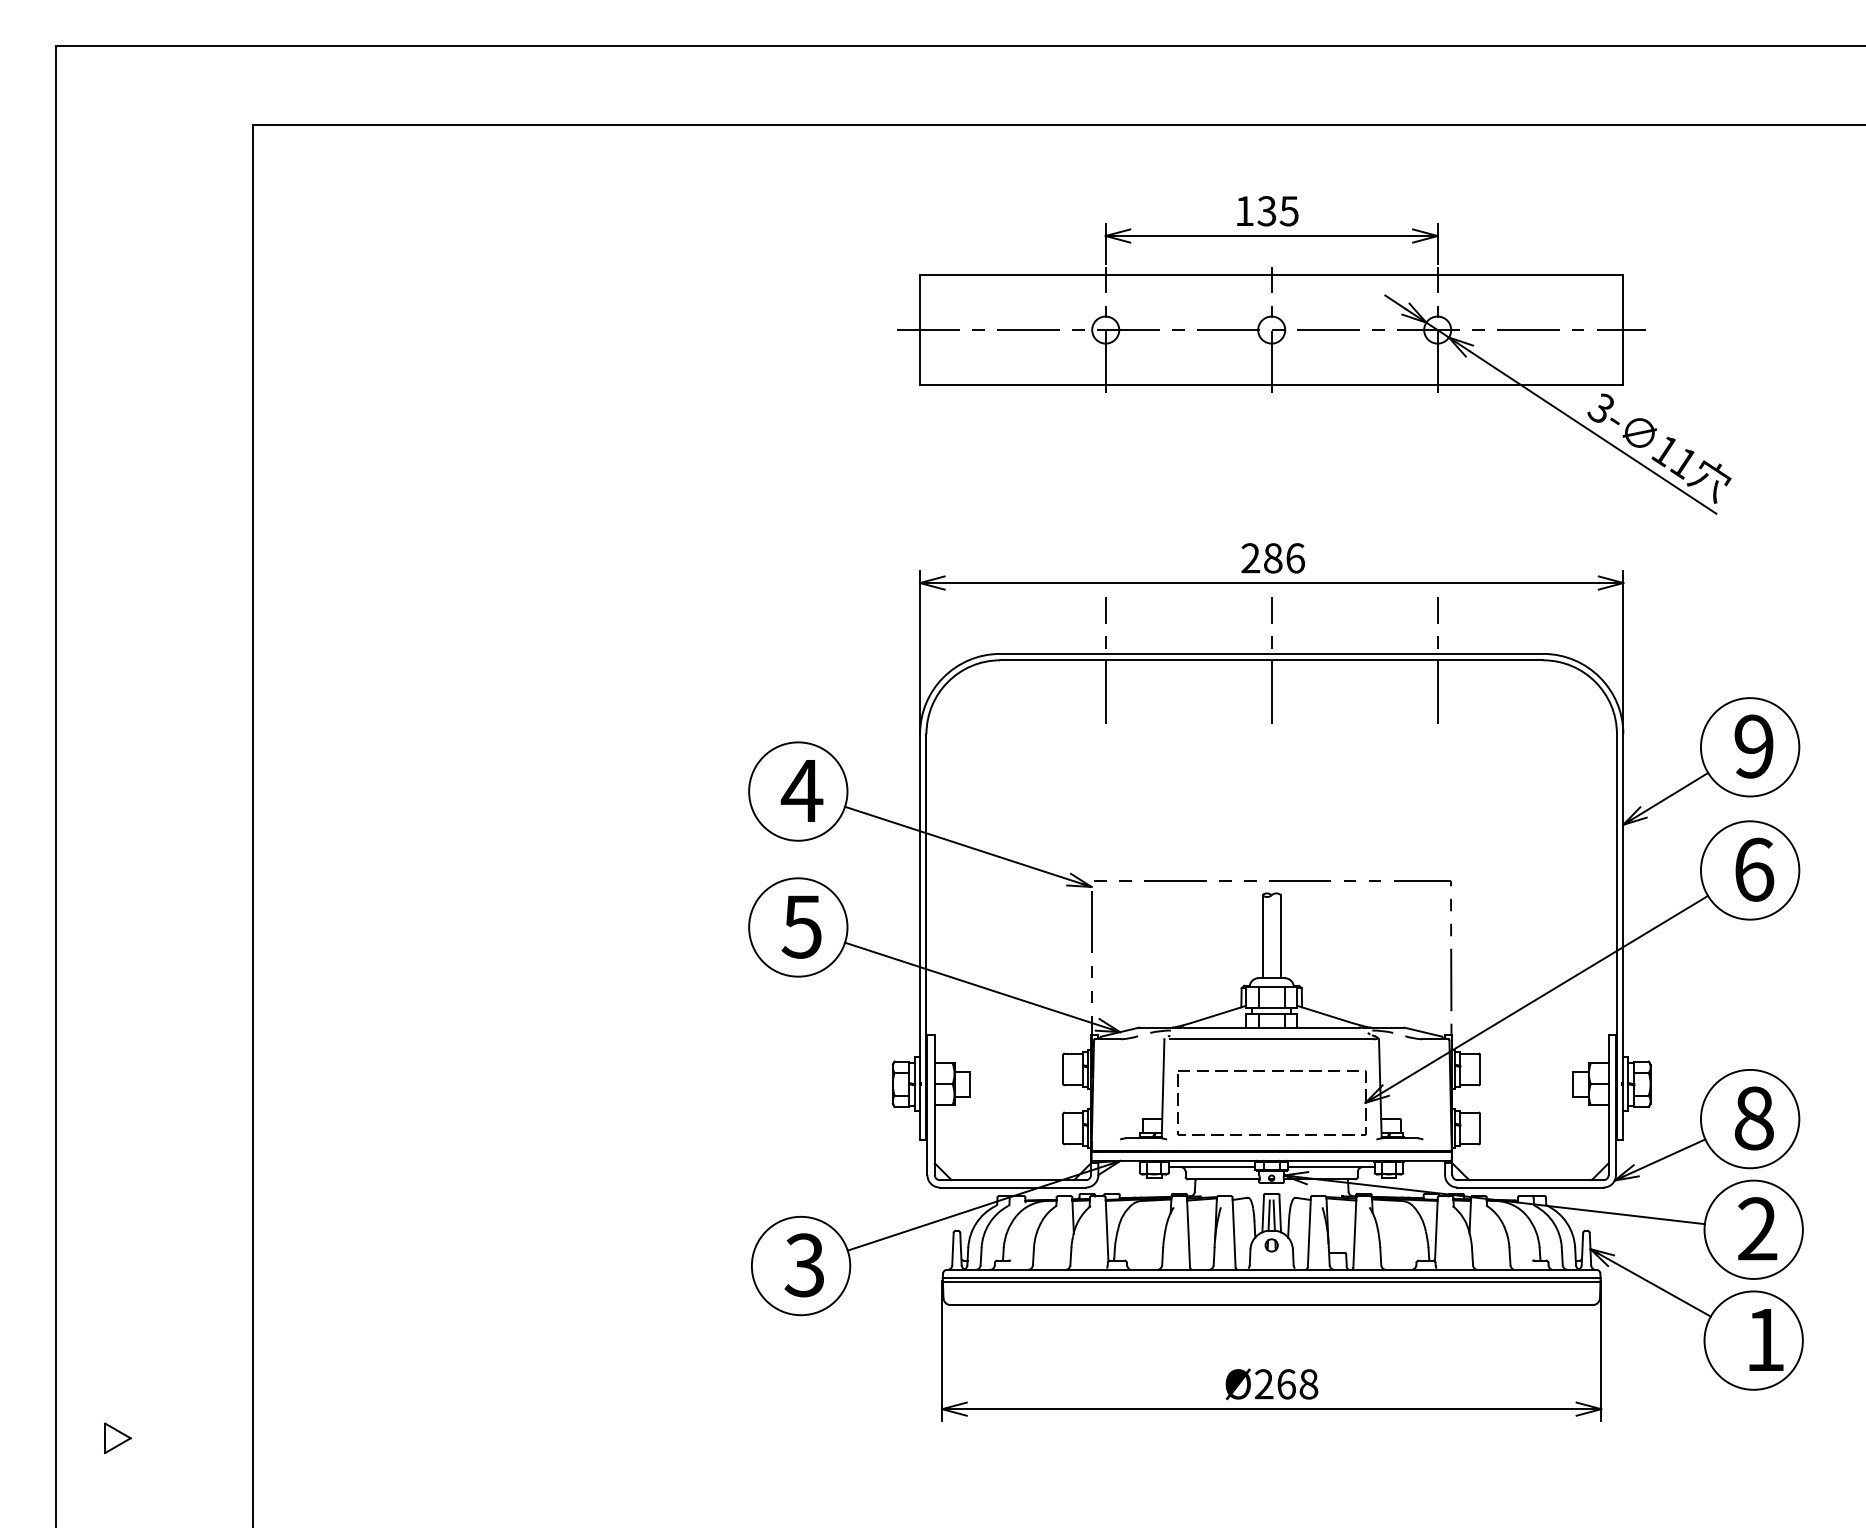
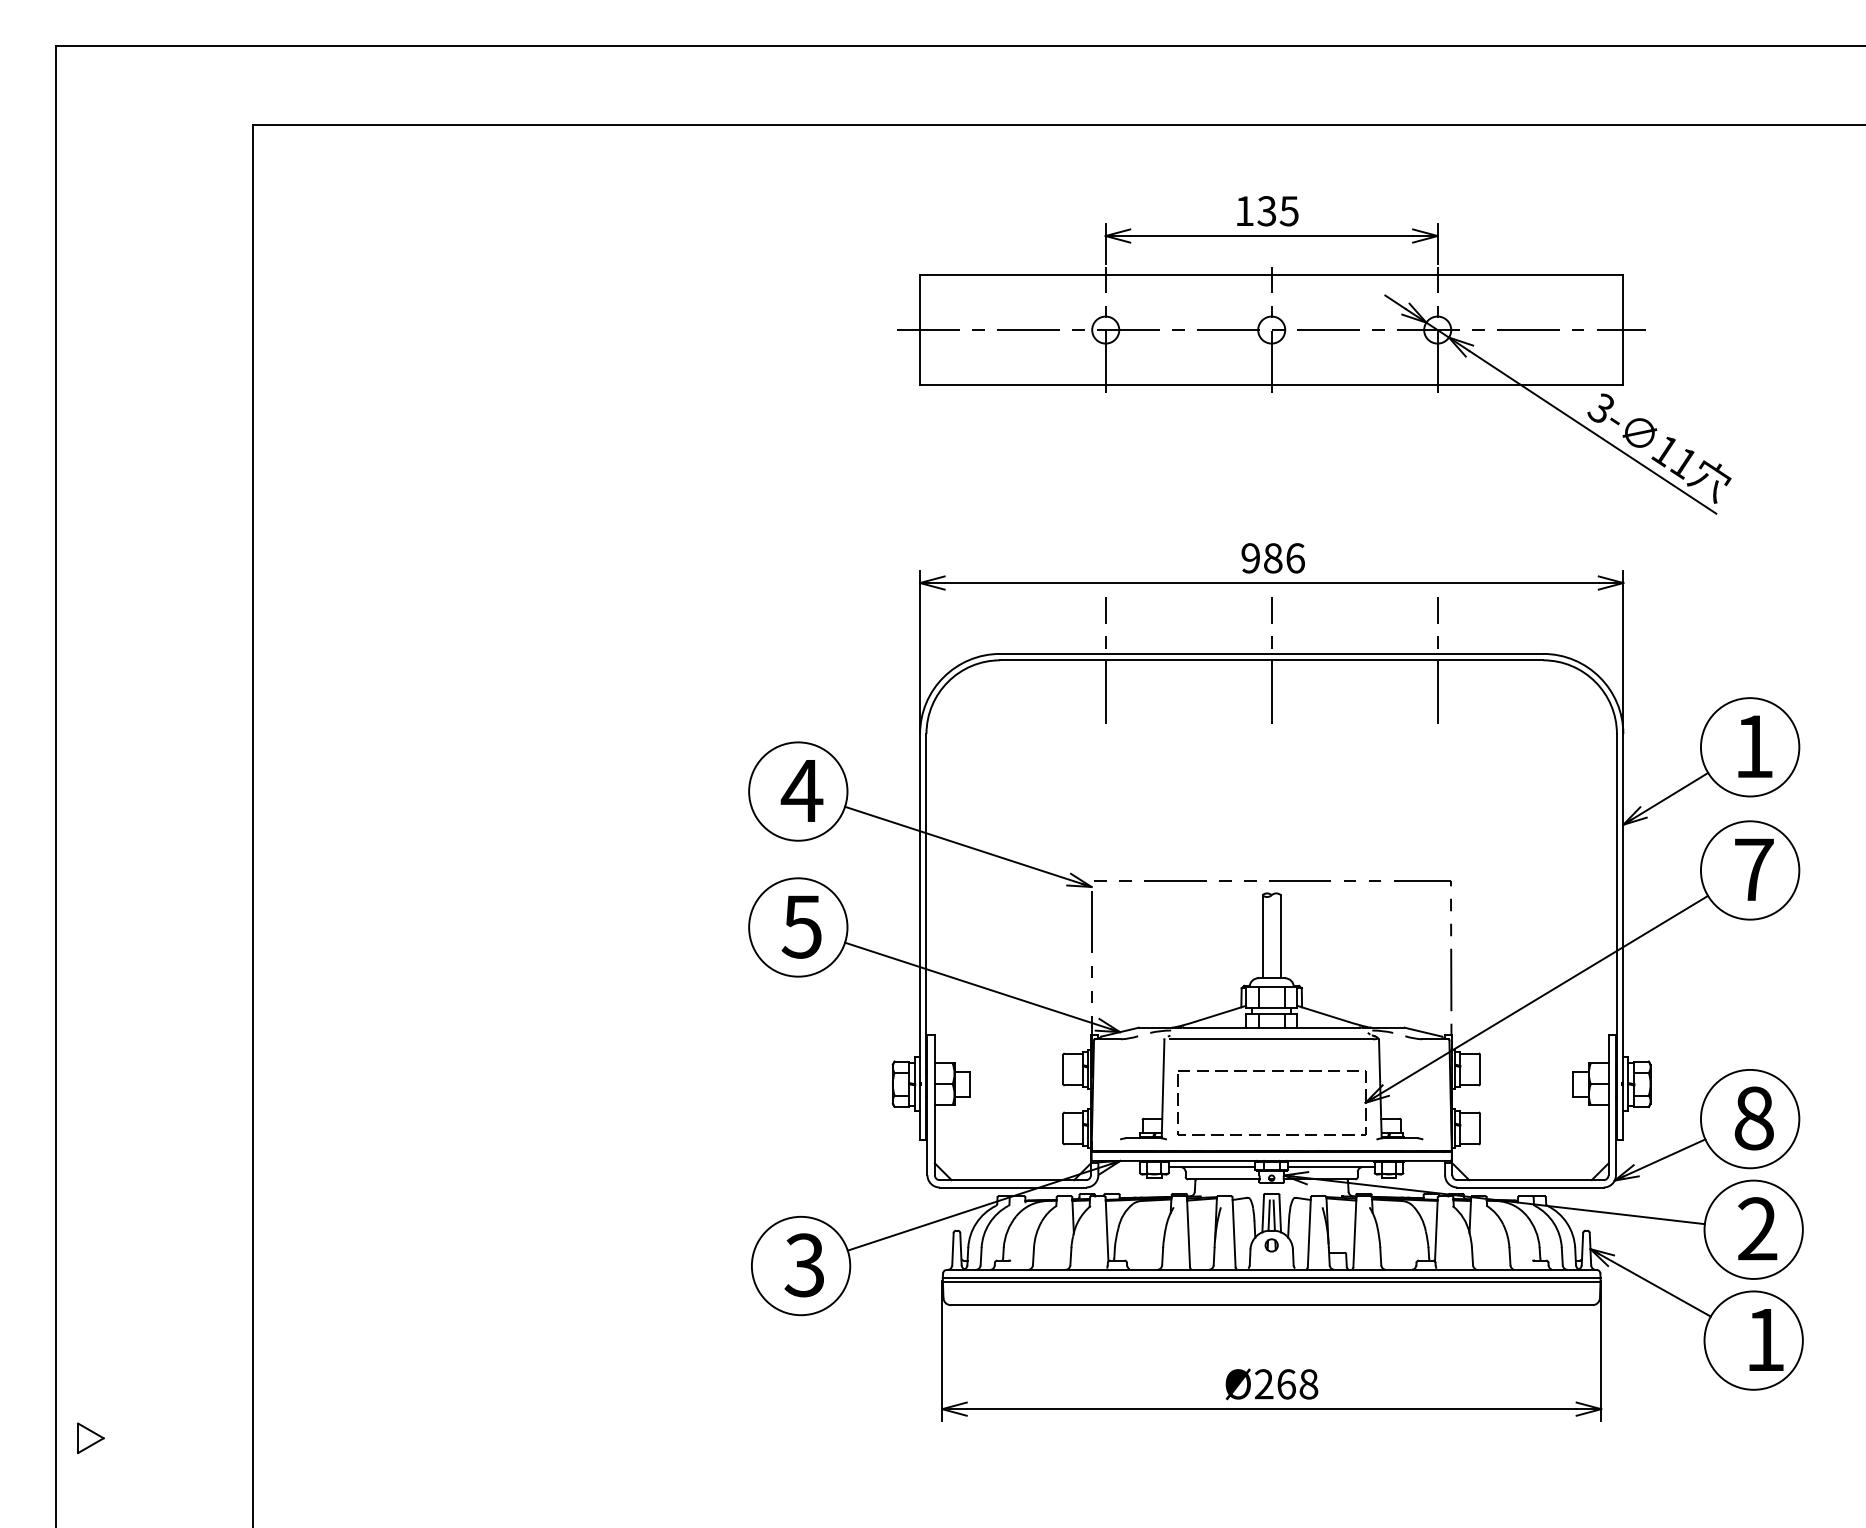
text at (1250, 558): 286 -> 986
text at (1753, 746): 9 -> 1
text at (1754, 869): 6 -> 7
part at (117, 1437) position: (117, 1437) -> (90, 1437)
